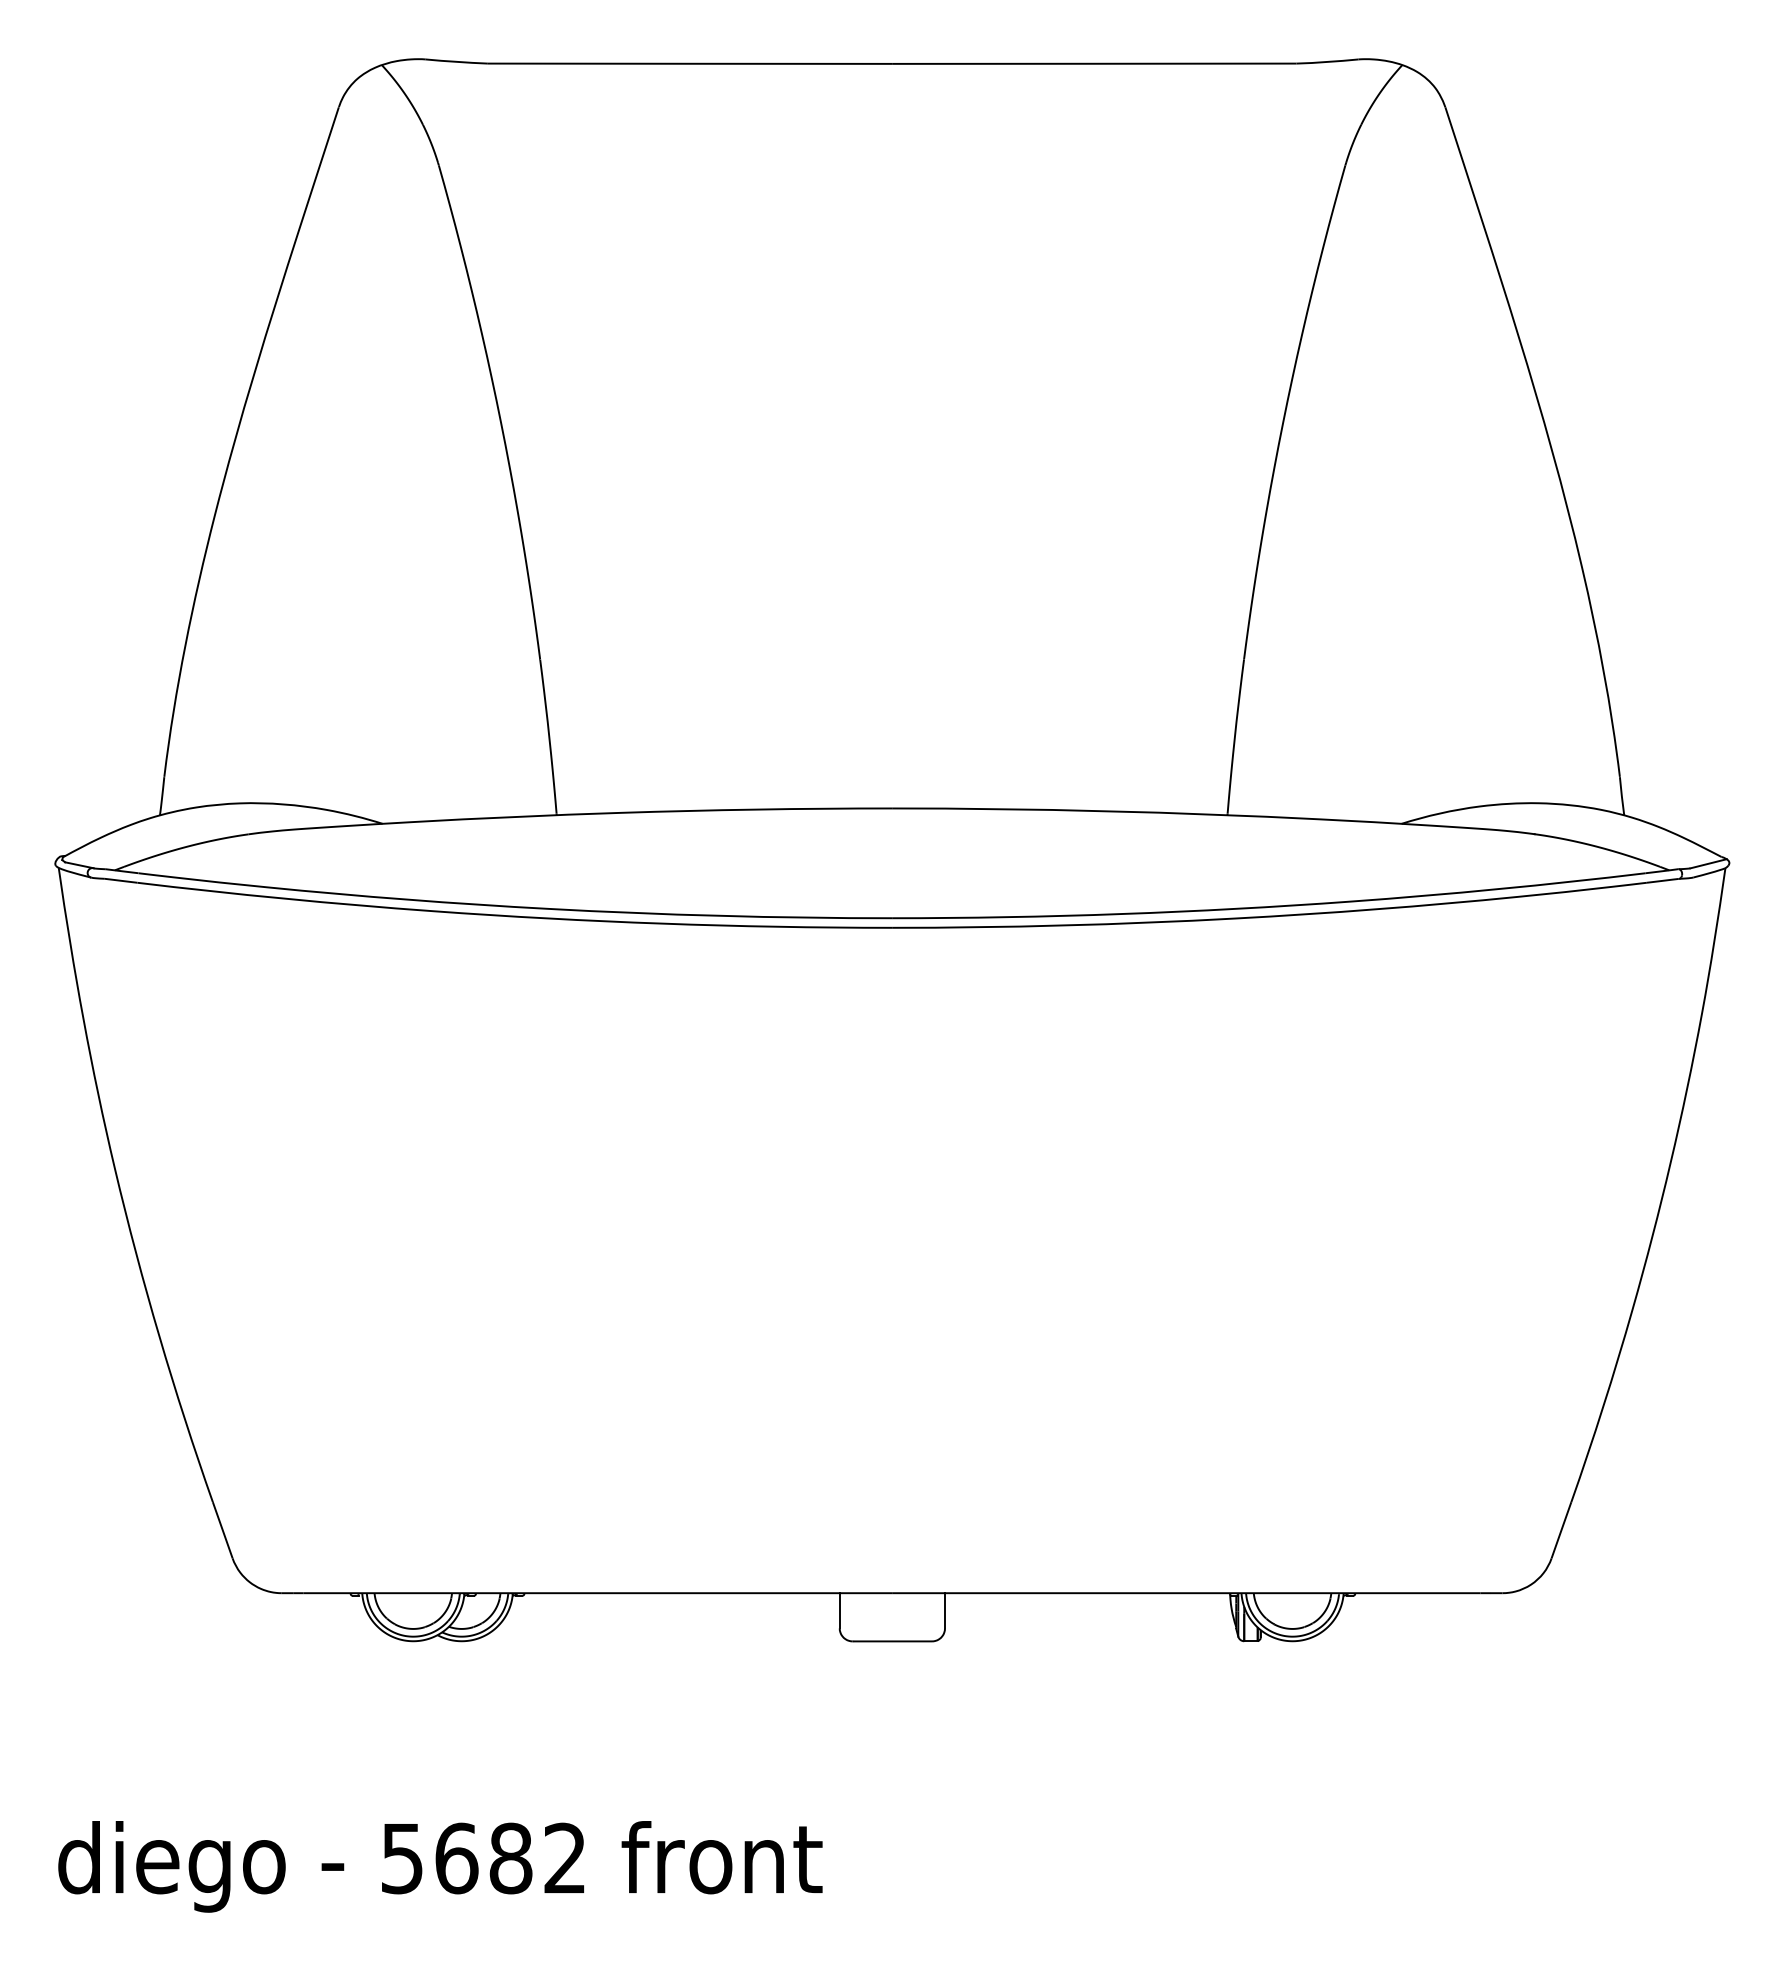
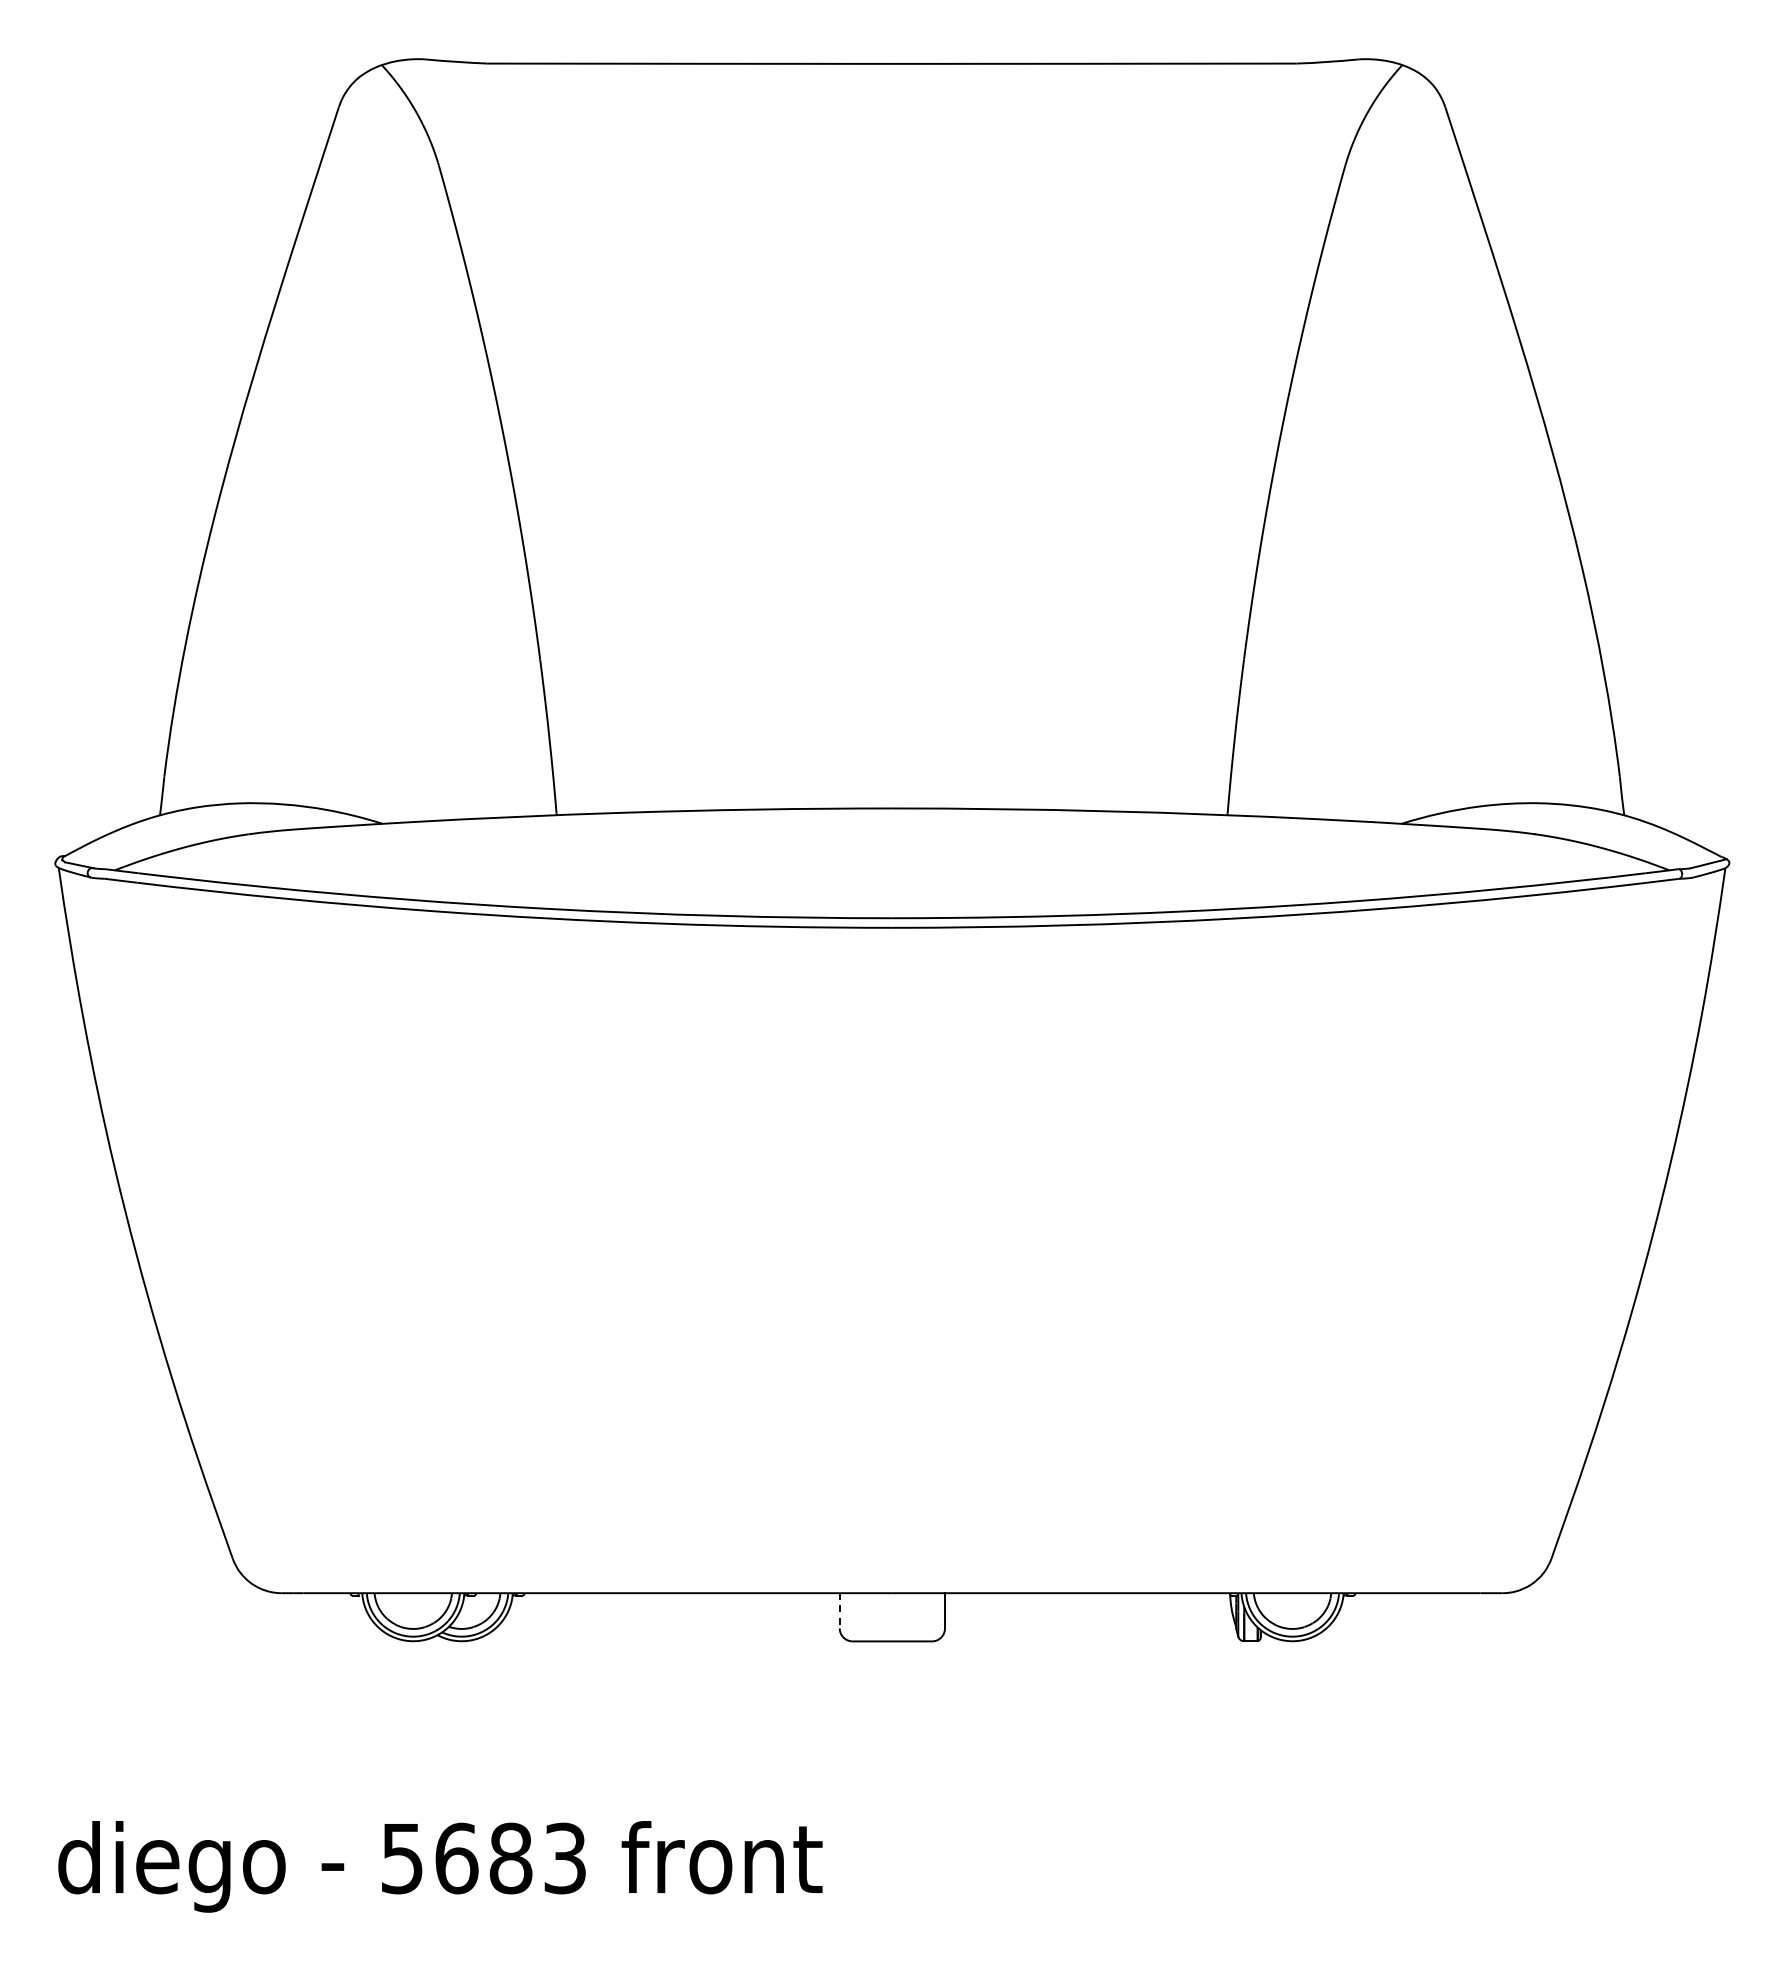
line at (839, 1610): solid -> dashed
text at (564, 1858): 5682 -> 5683
